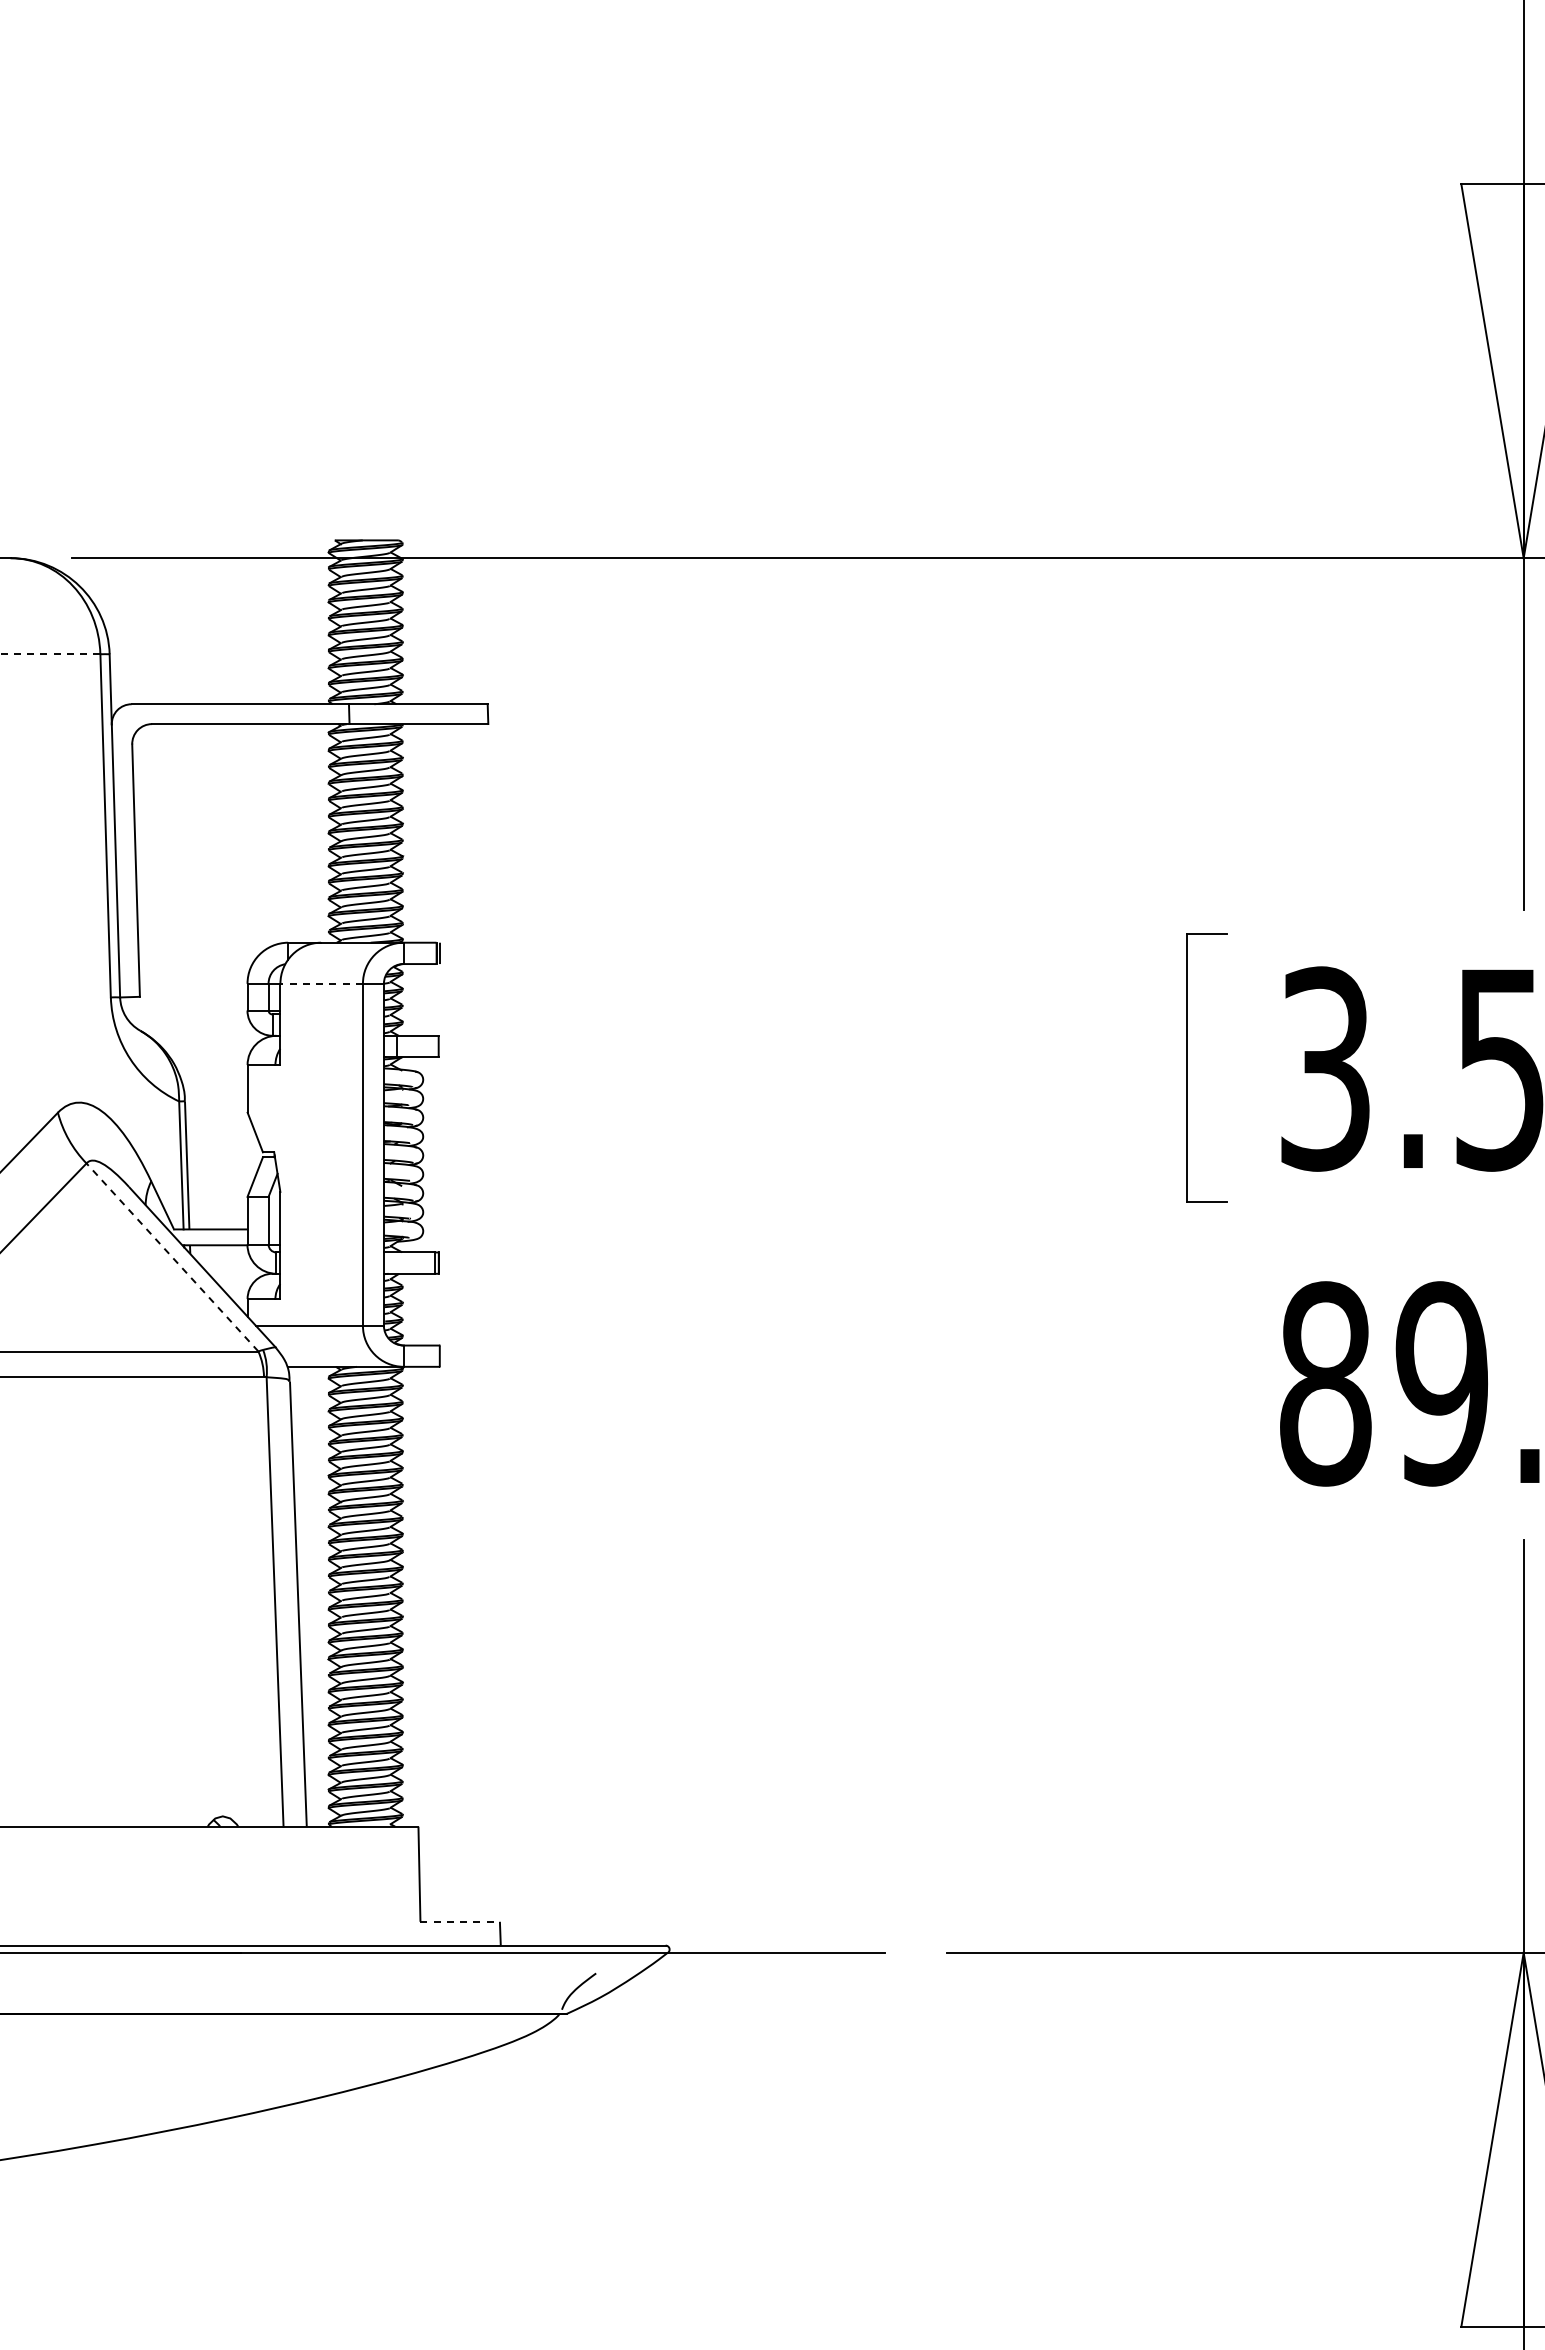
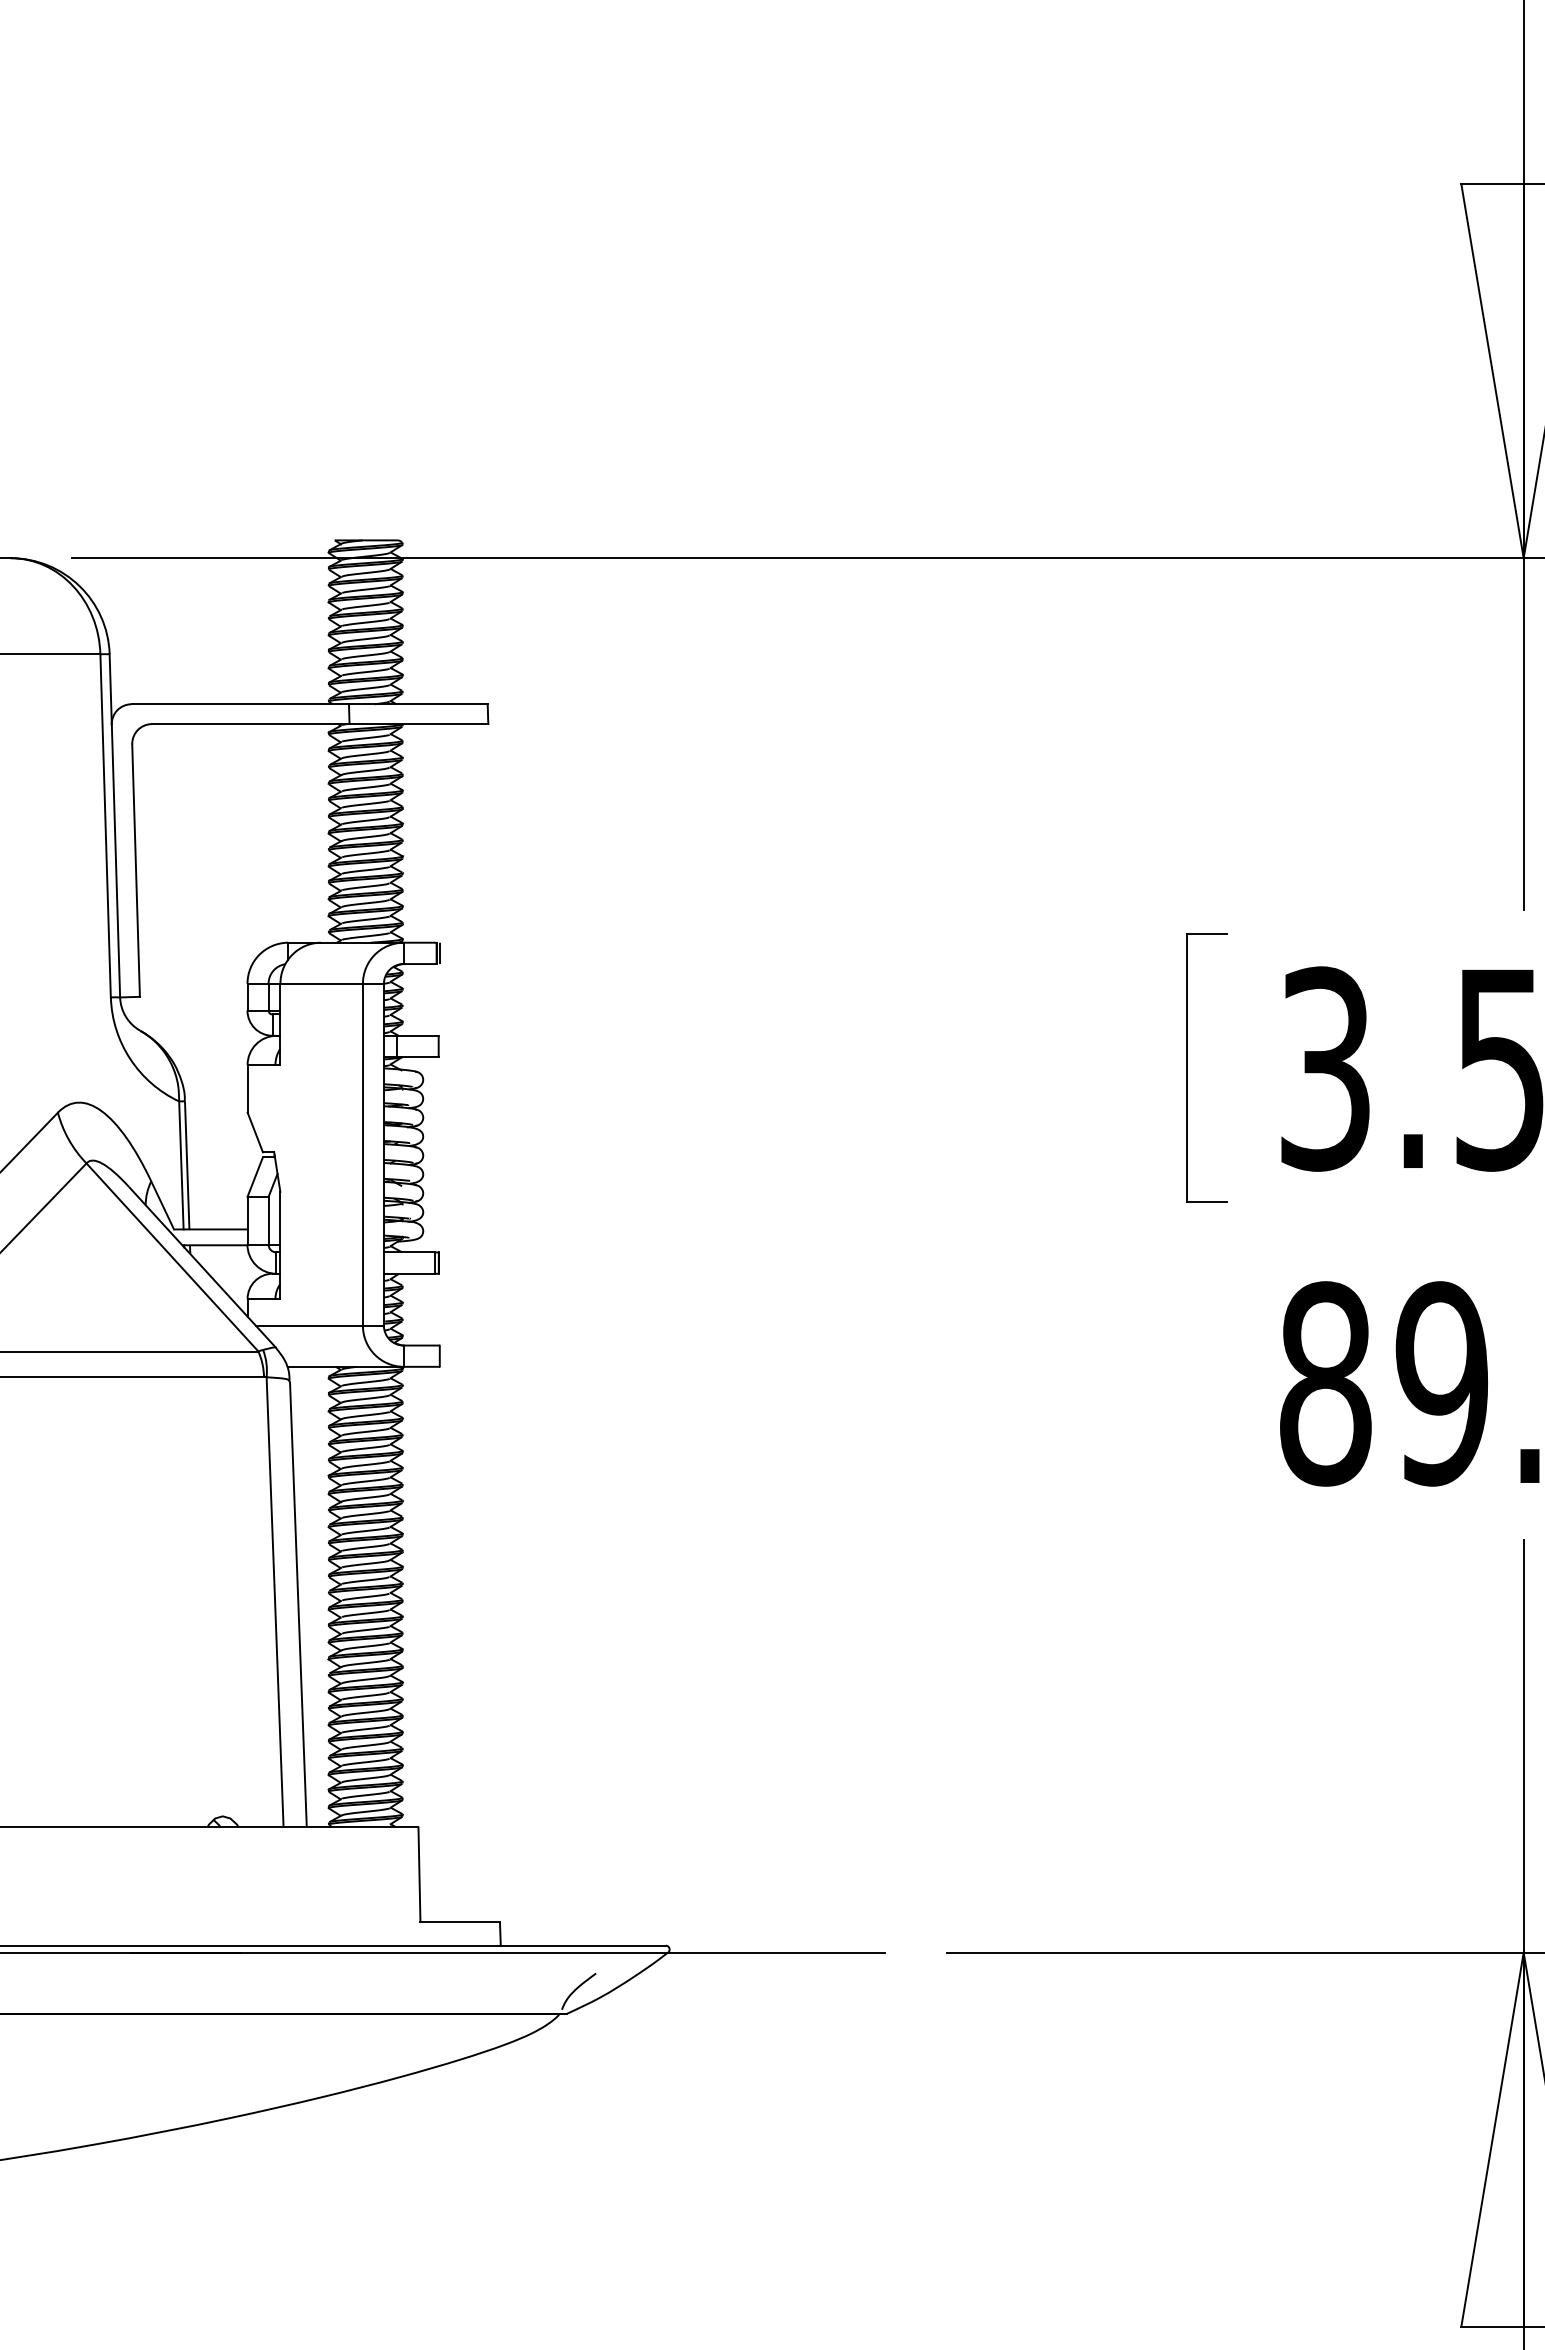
line at (50, 654): dashed -> solid
line at (321, 983): dashed -> solid
line at (172, 1257): dashed -> solid
line at (460, 1921): dashed -> solid
